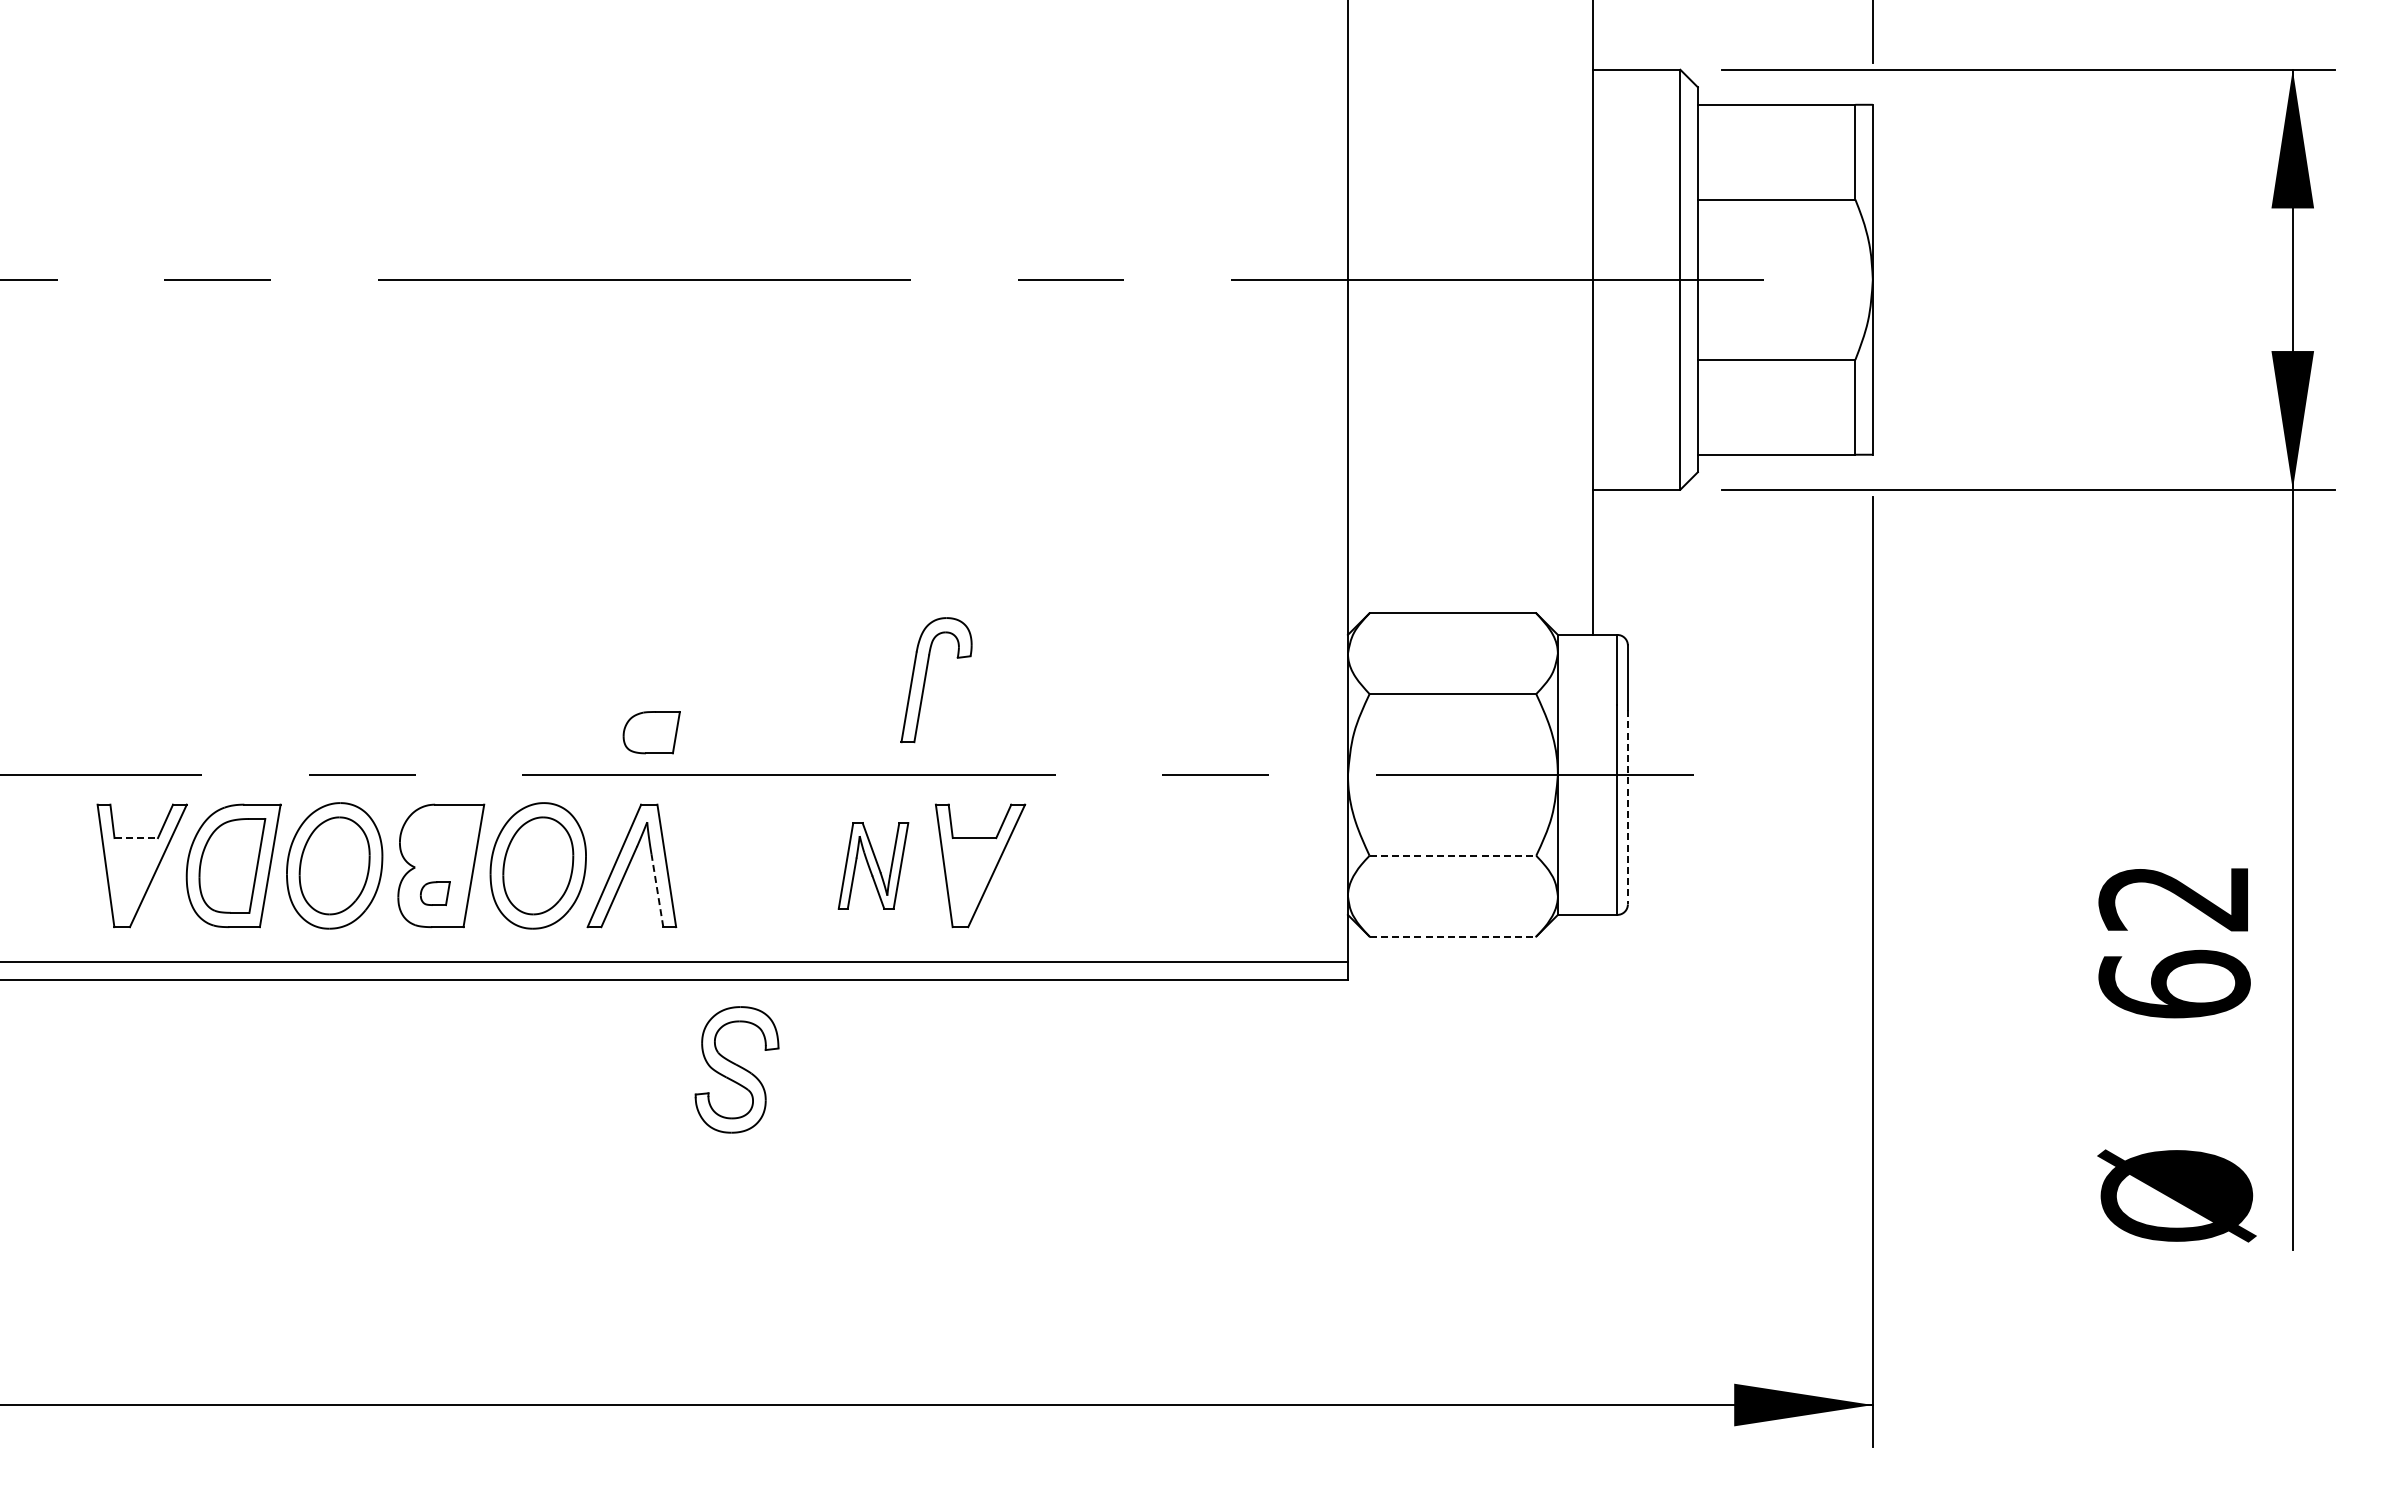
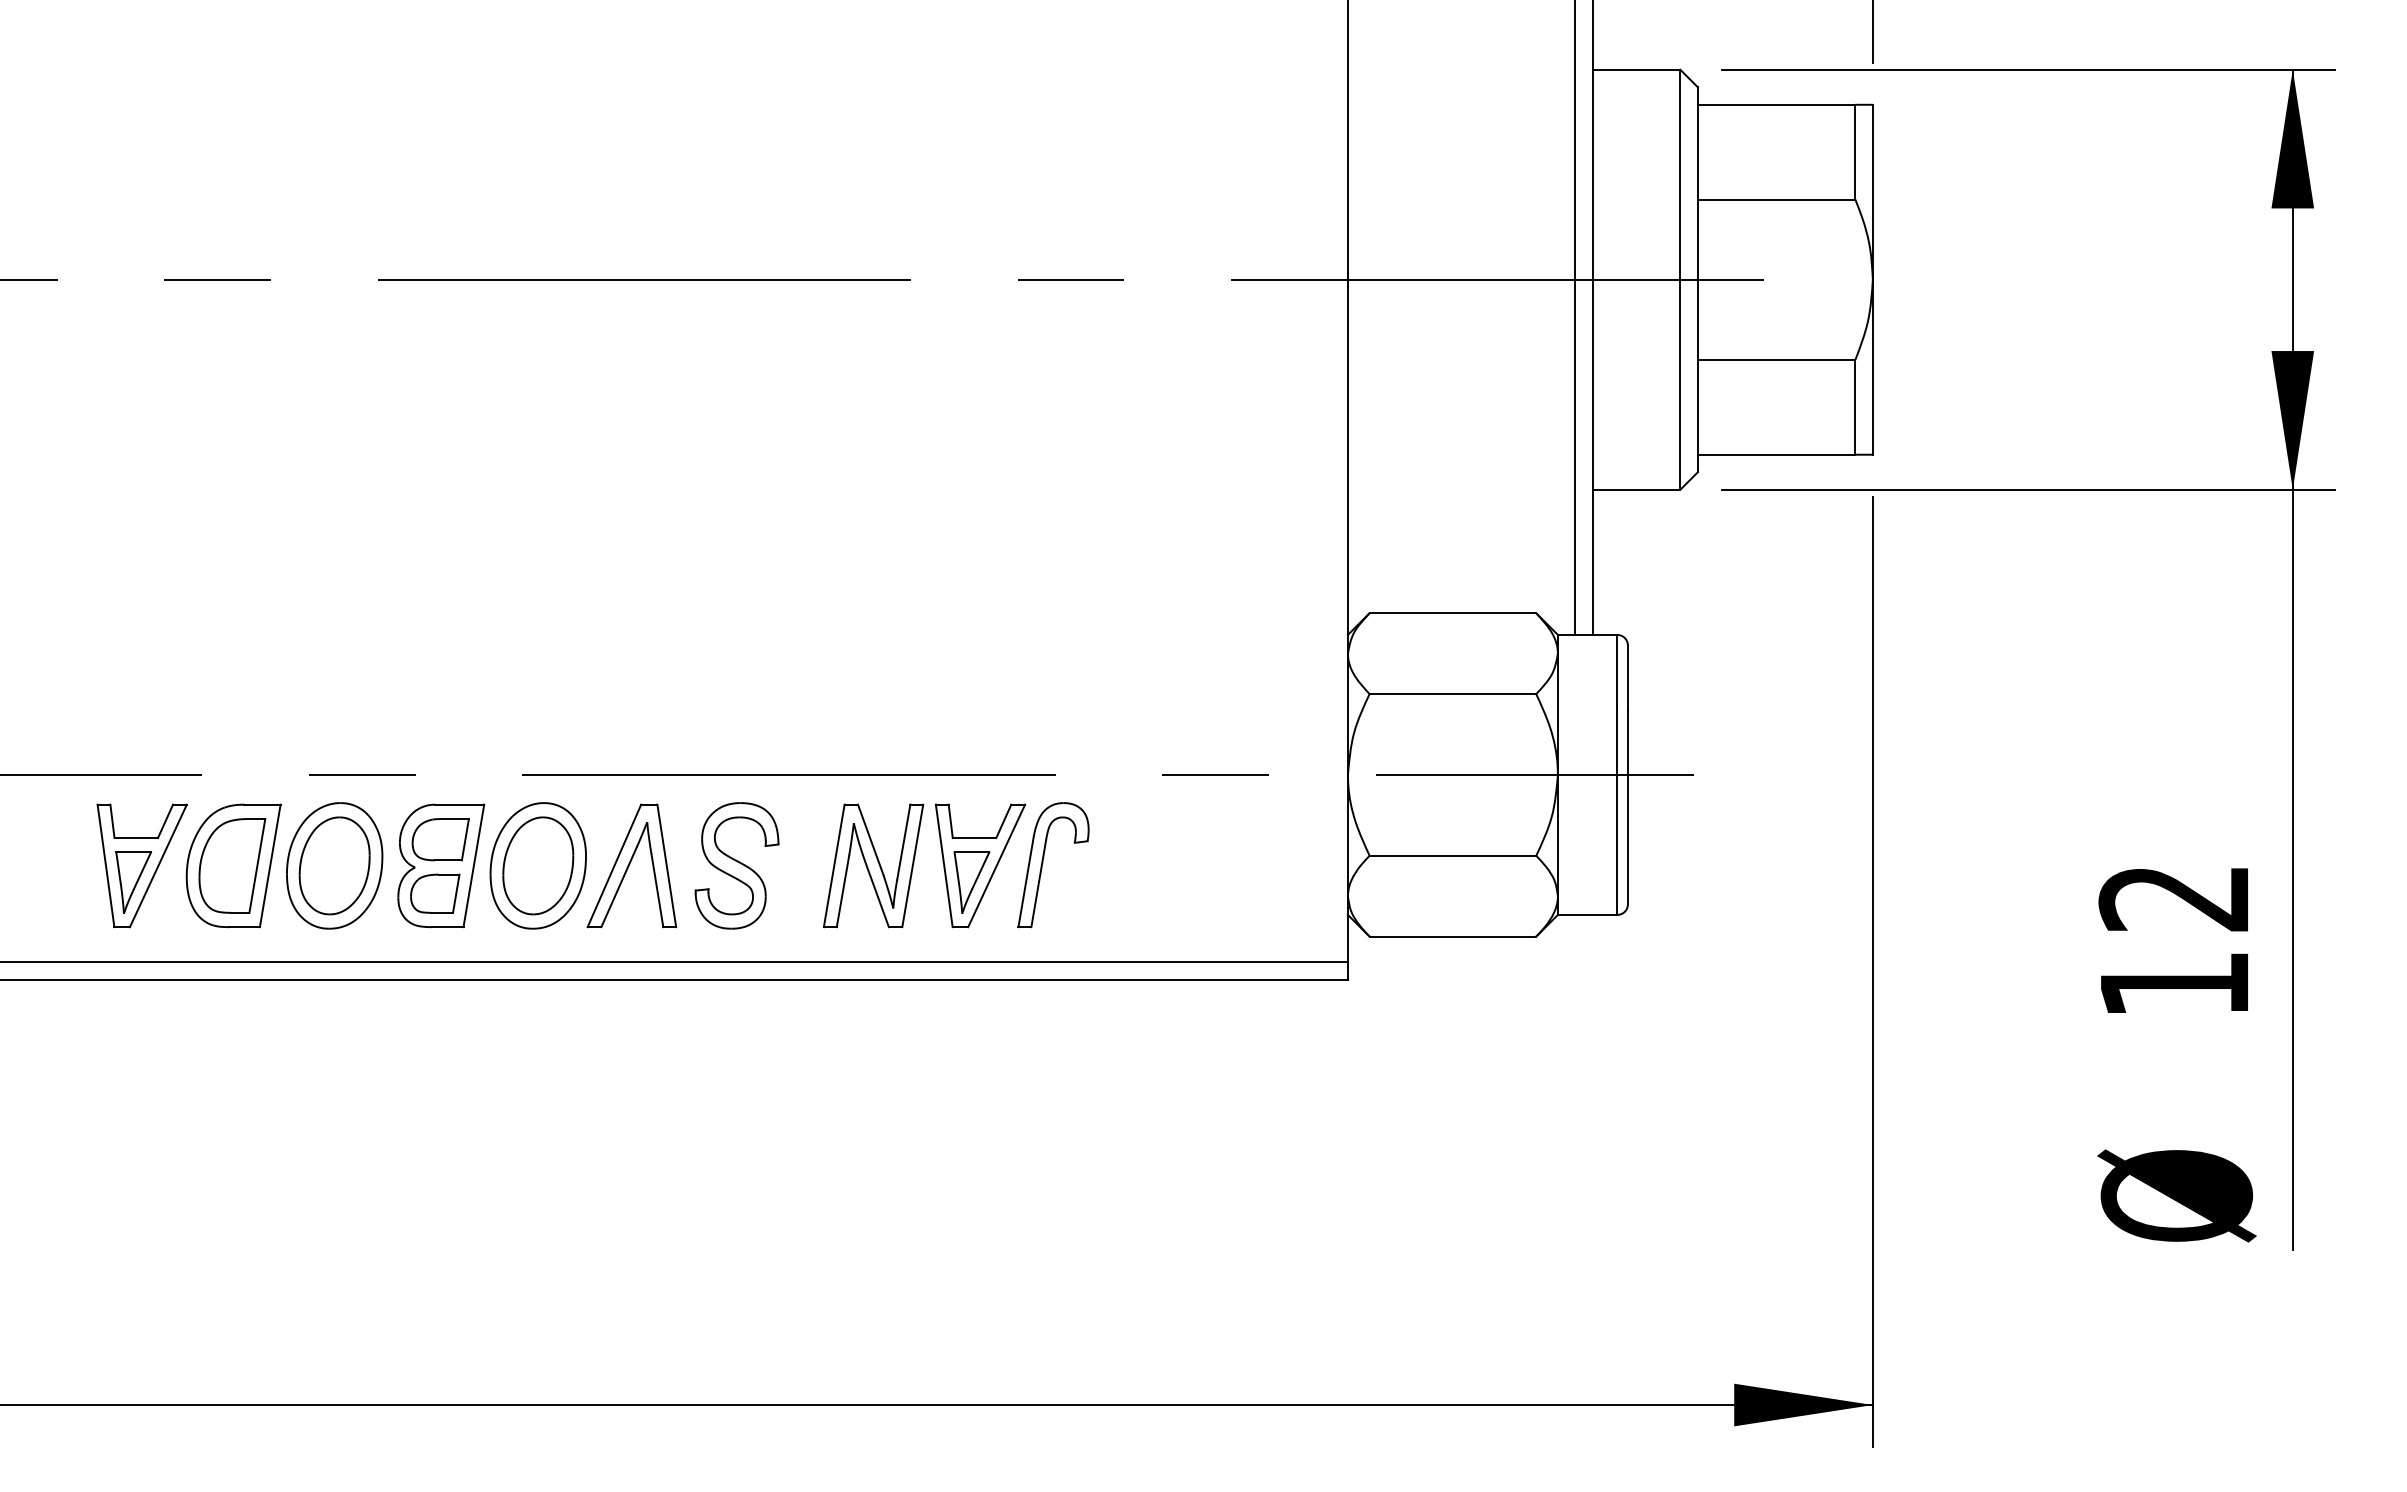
line at (1575, 318): none -> present
part at (926, 678) position: (926, 678) -> (1043, 863)
part at (651, 732) position: (651, 732) -> (440, 839)
line at (1627, 807): dashed -> solid
line at (136, 838): dashed -> solid
line at (1453, 855): dashed -> solid
part at (873, 865) size: 73x88 px -> 103x126 px
part at (133, 882): none -> present
part at (971, 882): none -> present
line at (657, 890): dashed -> solid
part at (435, 893) size: 31x25 px -> 51x41 px
line at (1453, 936): dashed -> solid
text at (2174, 983): 62 -> 12
part at (736, 1069) position: (736, 1069) -> (736, 865)
